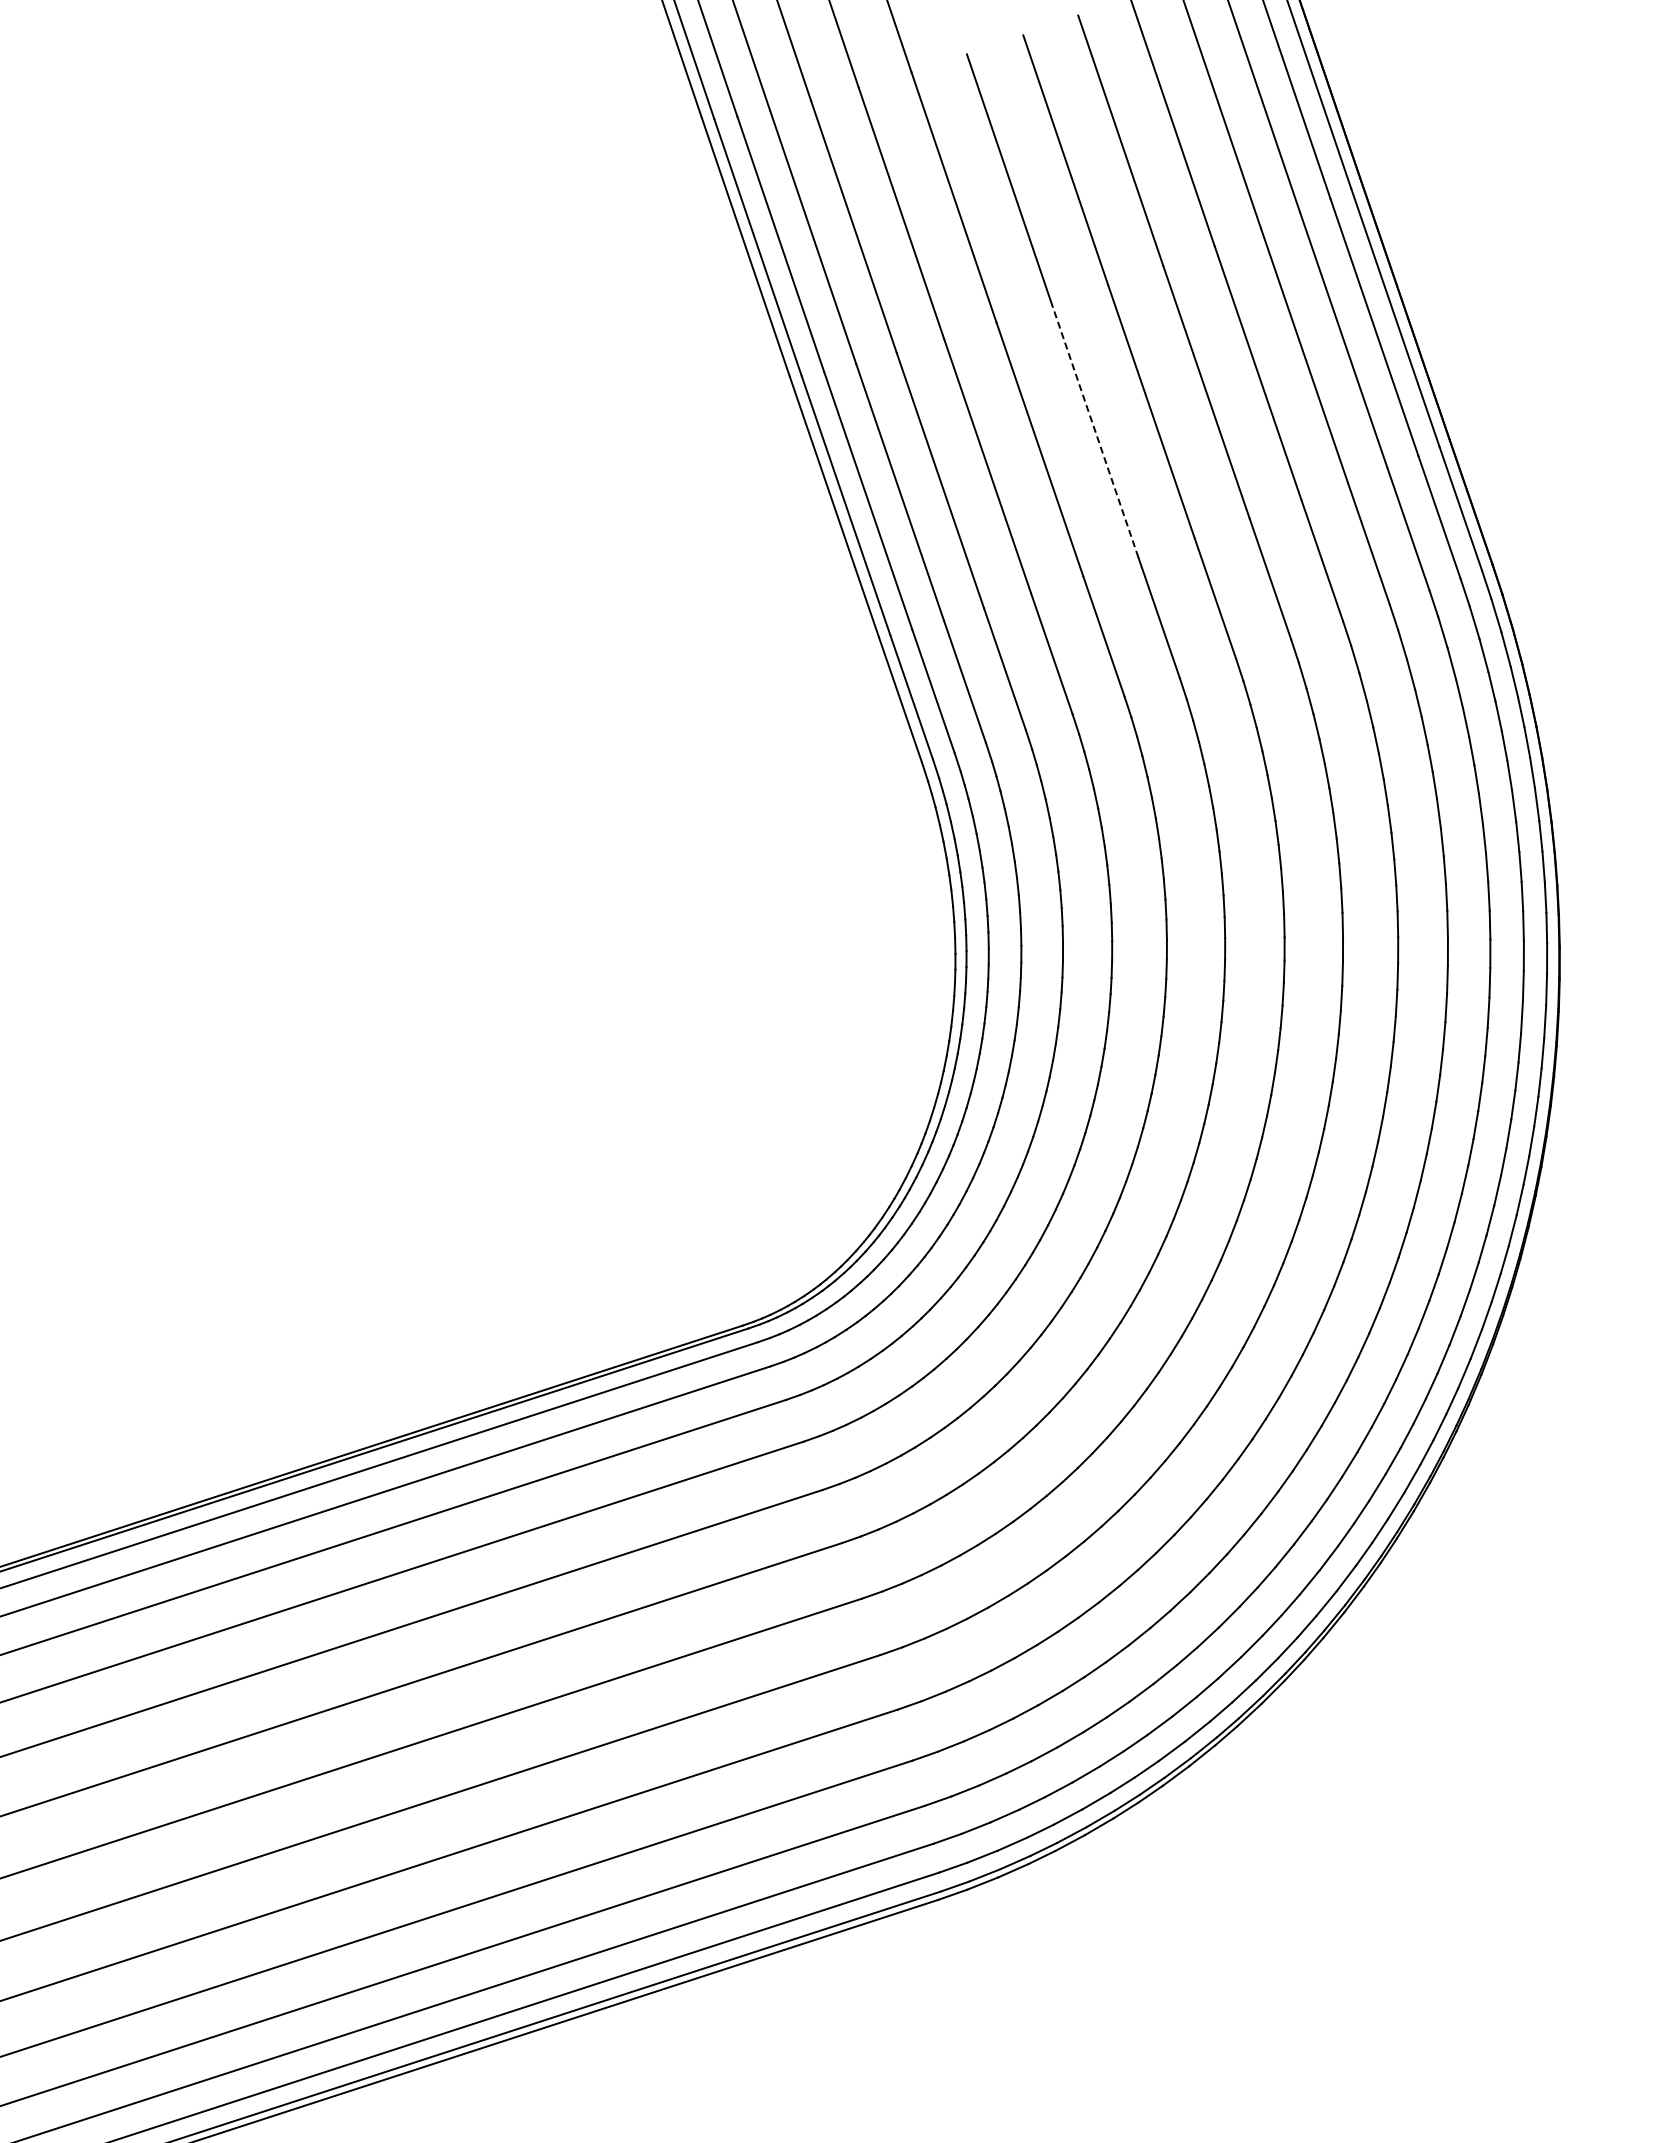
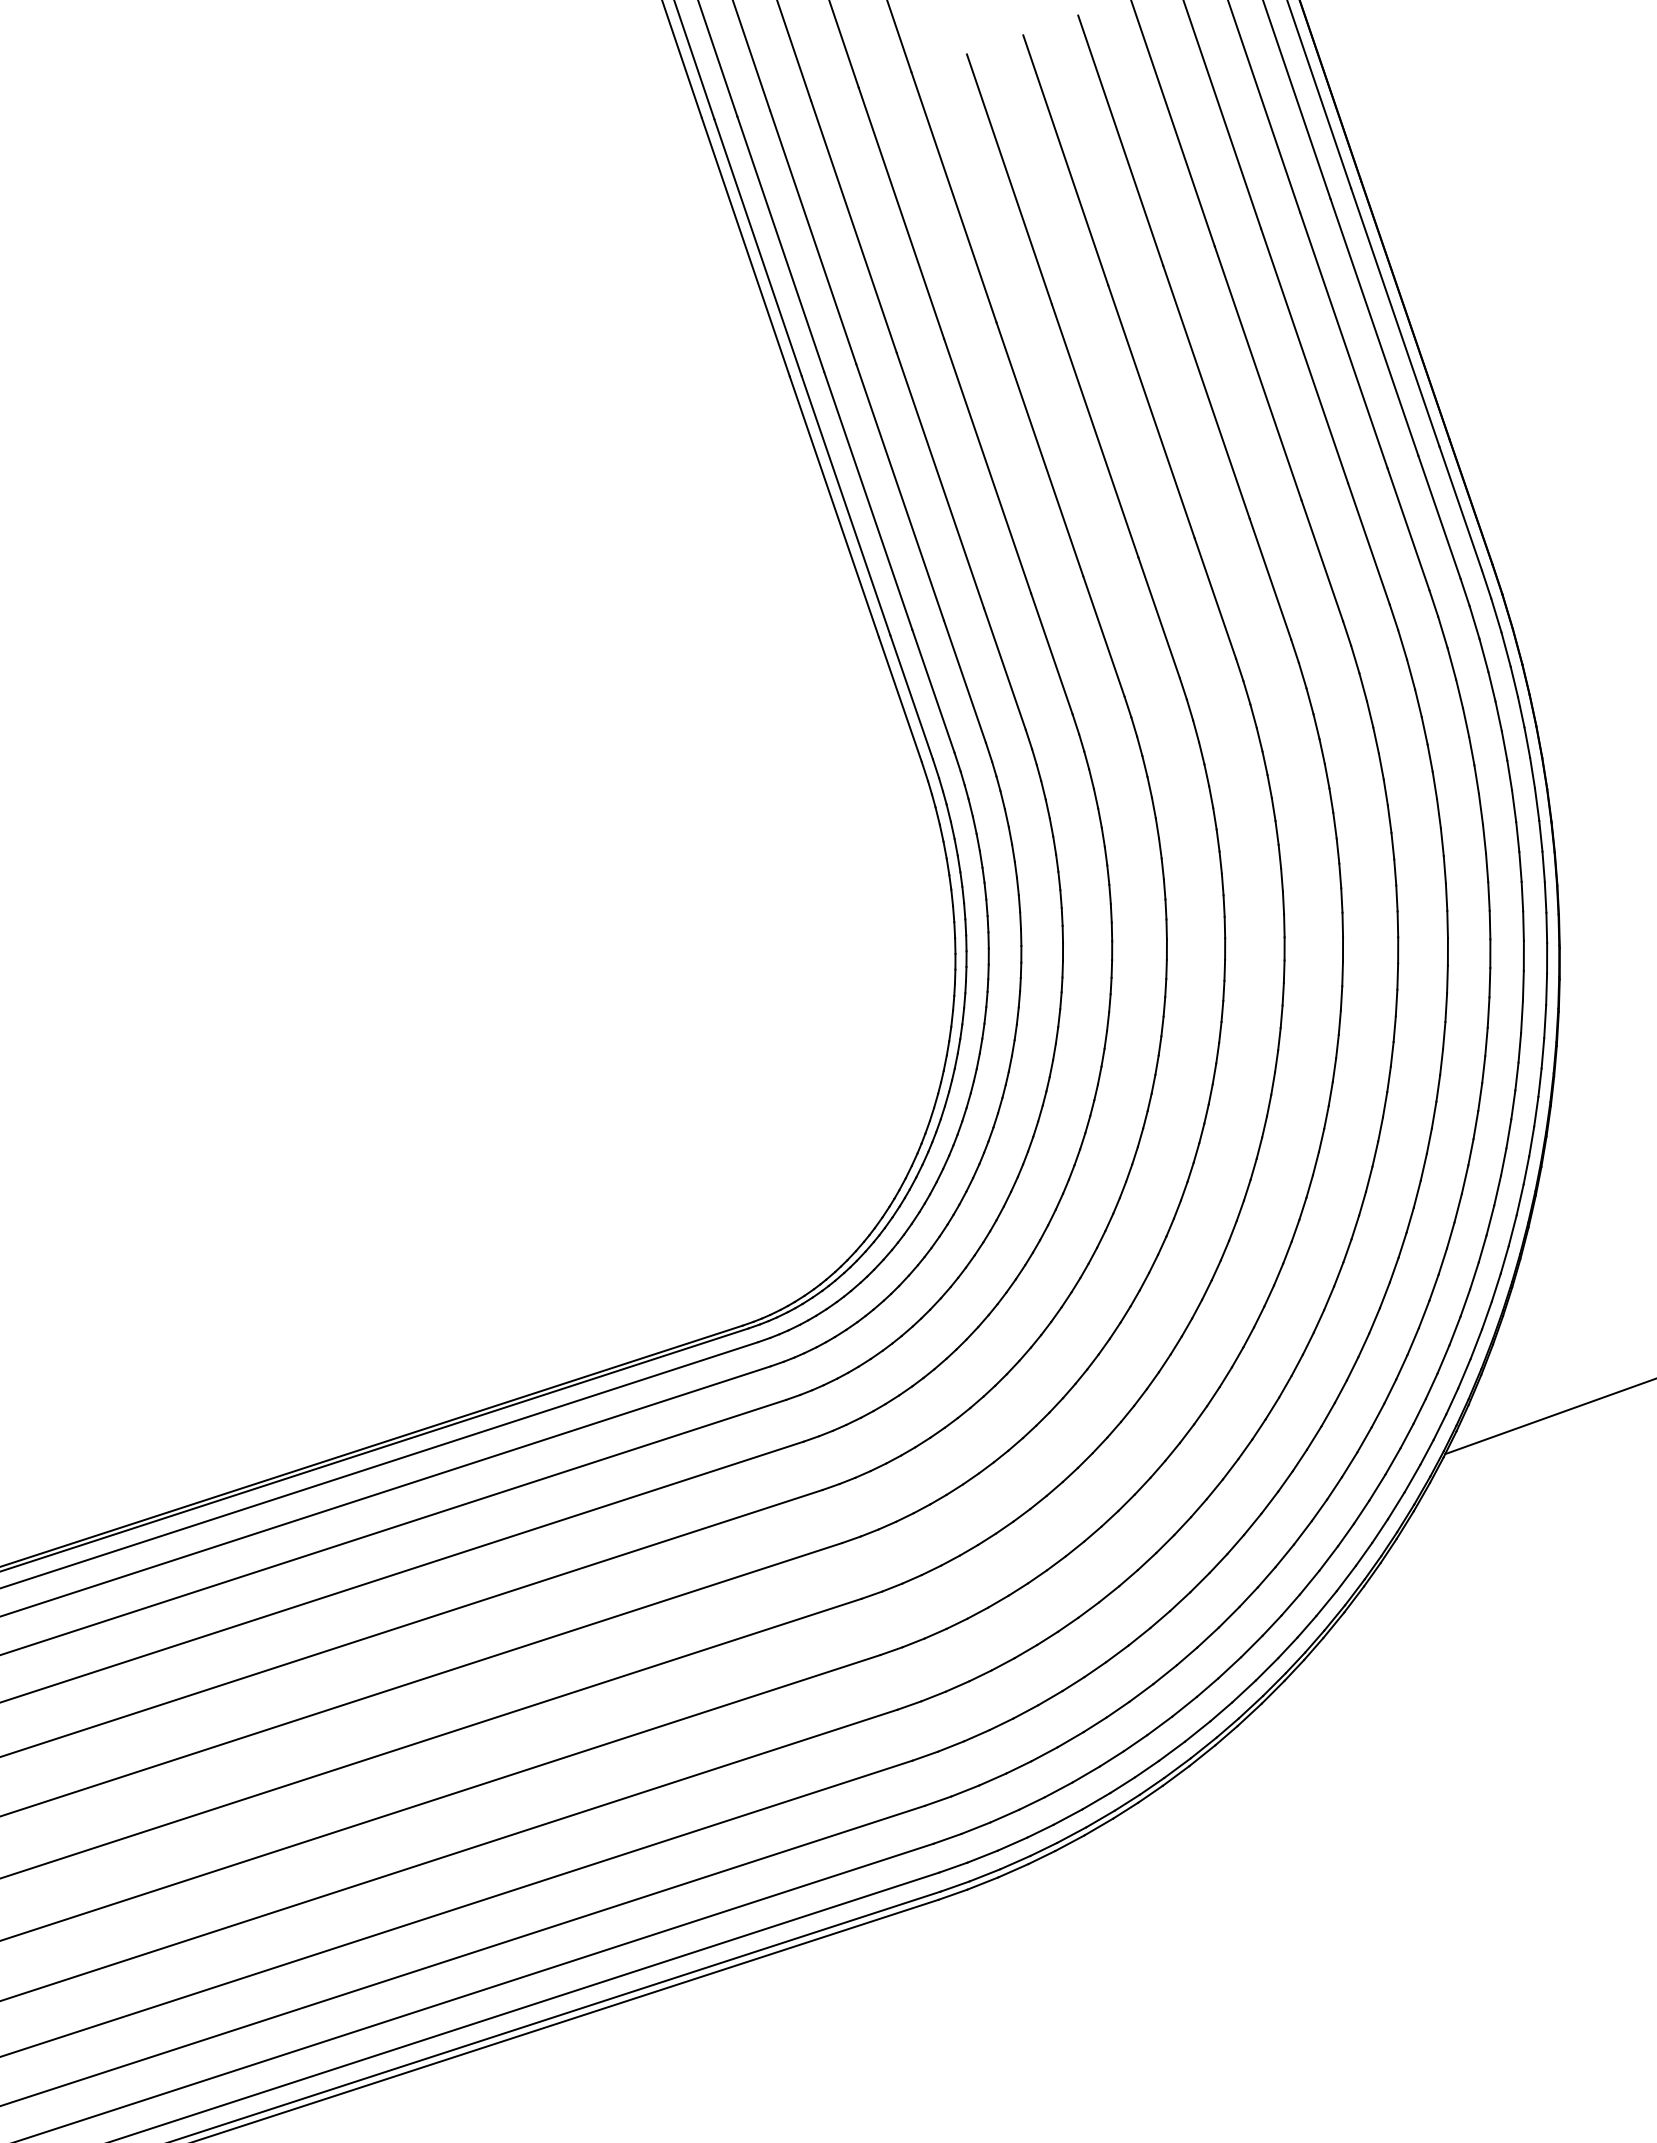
line at (1095, 430): dashed -> solid
line at (1549, 1416): none -> present
